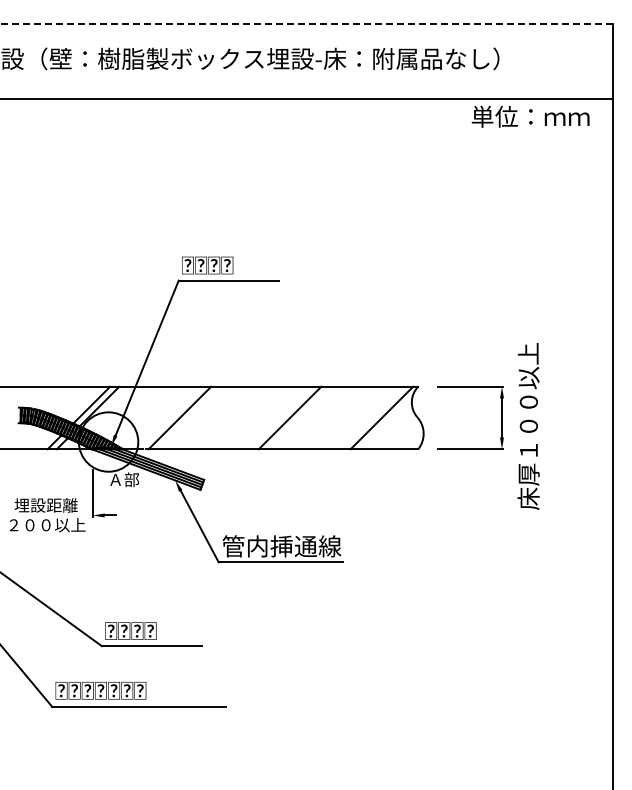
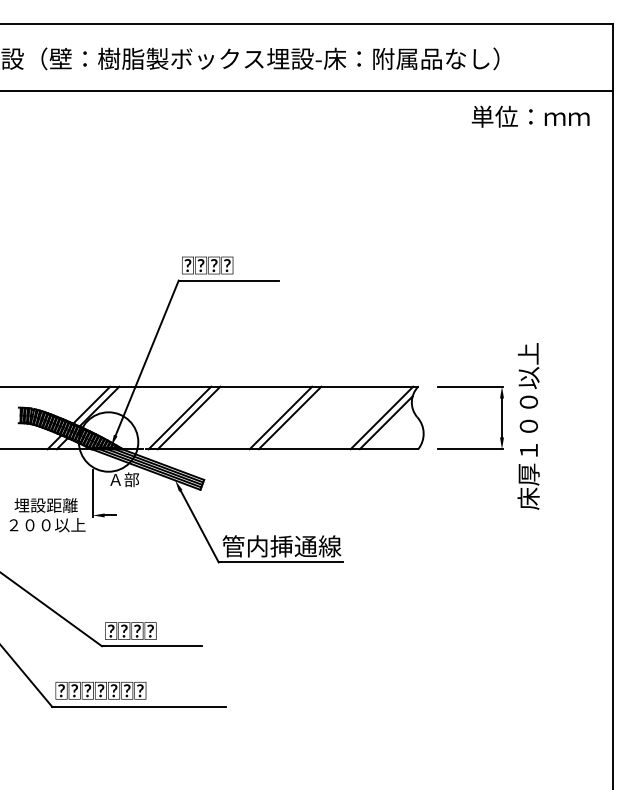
line at (306, 23): dashed -> solid
line at (307, 98) position: (307, 98) -> (307, 90)
line at (188, 417): none -> present
line at (280, 417): none -> present
line at (385, 422): none -> present
